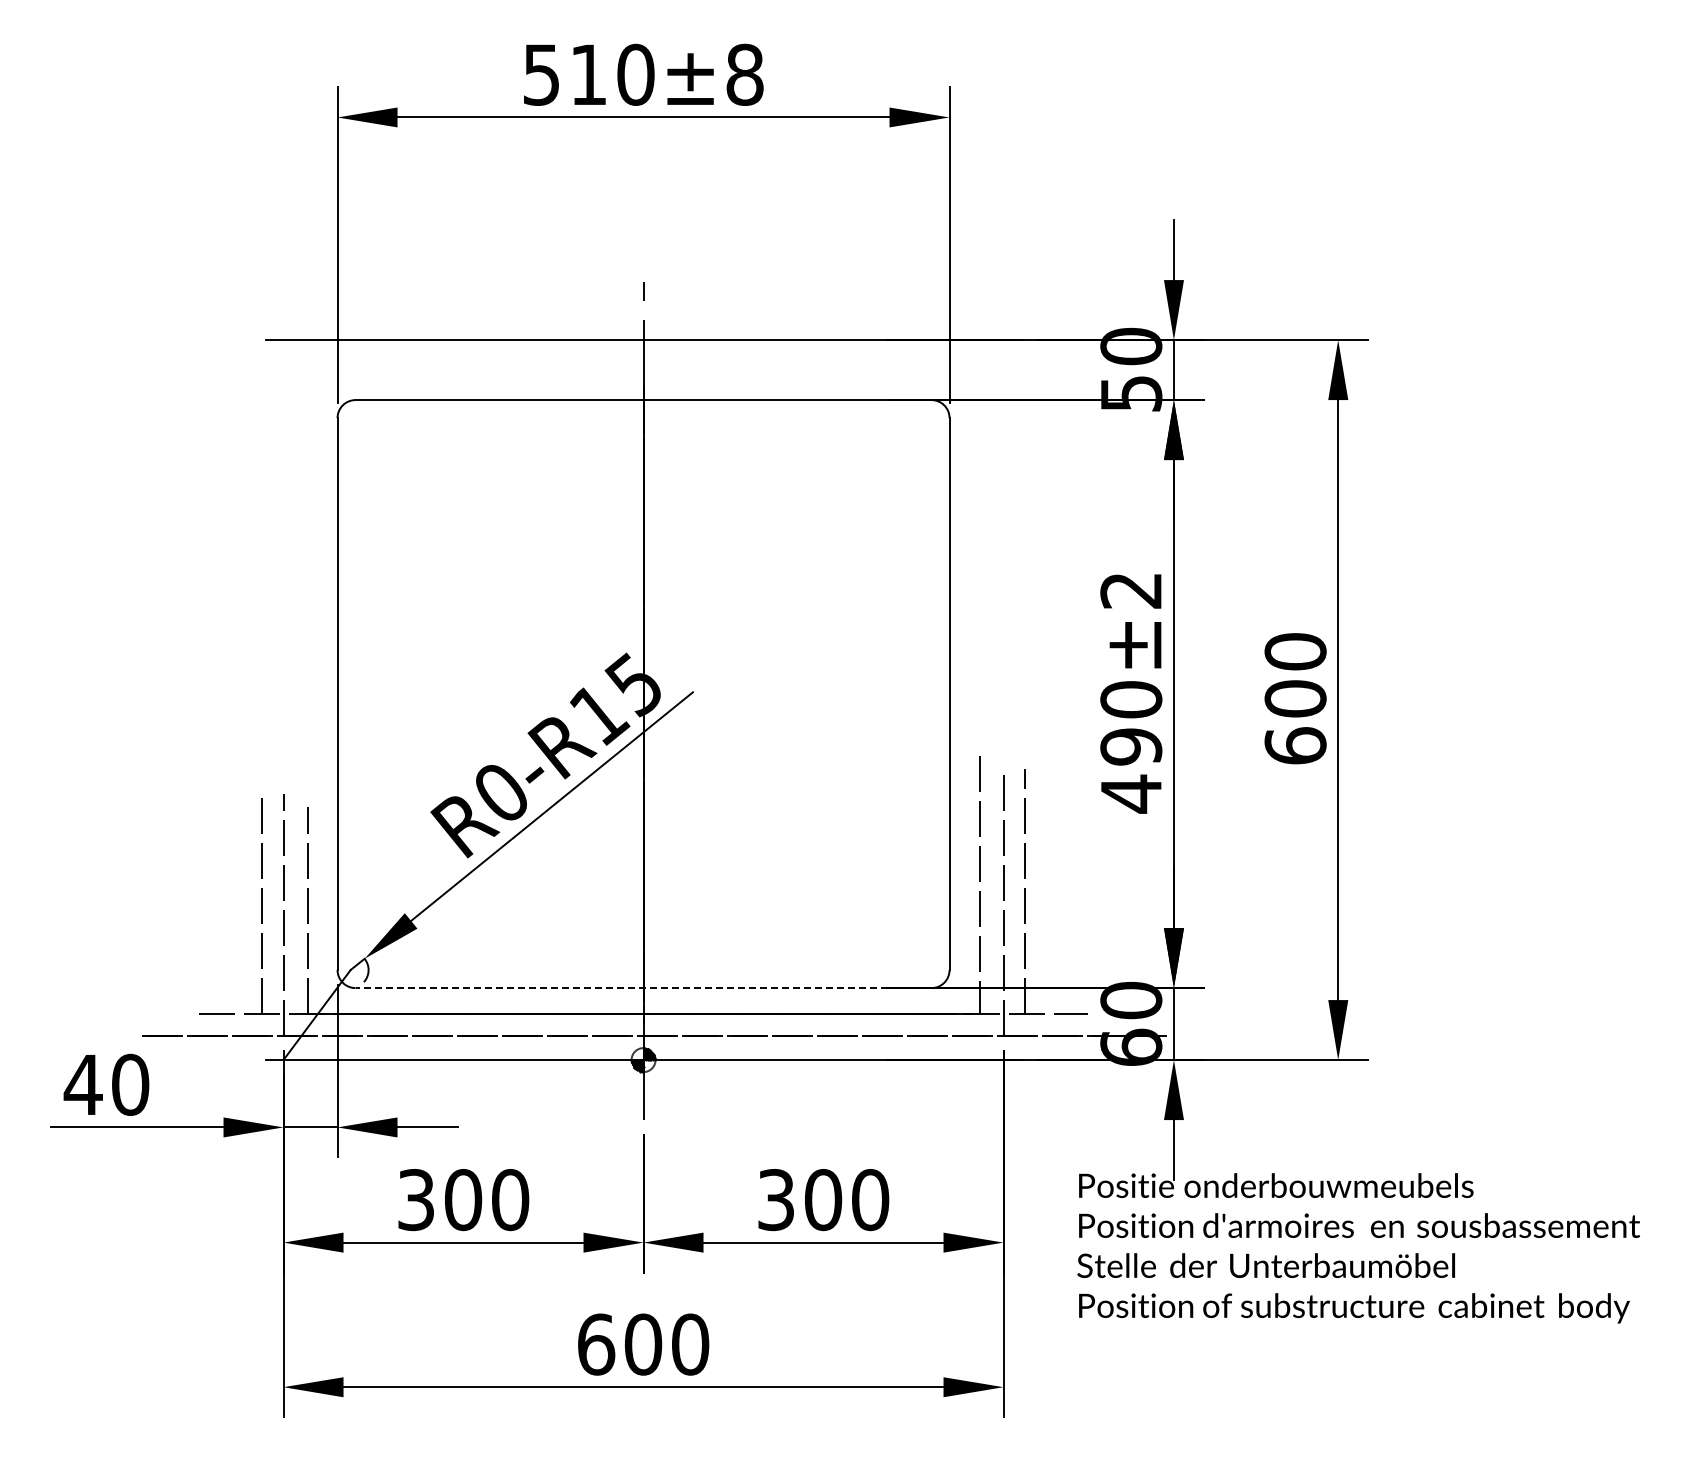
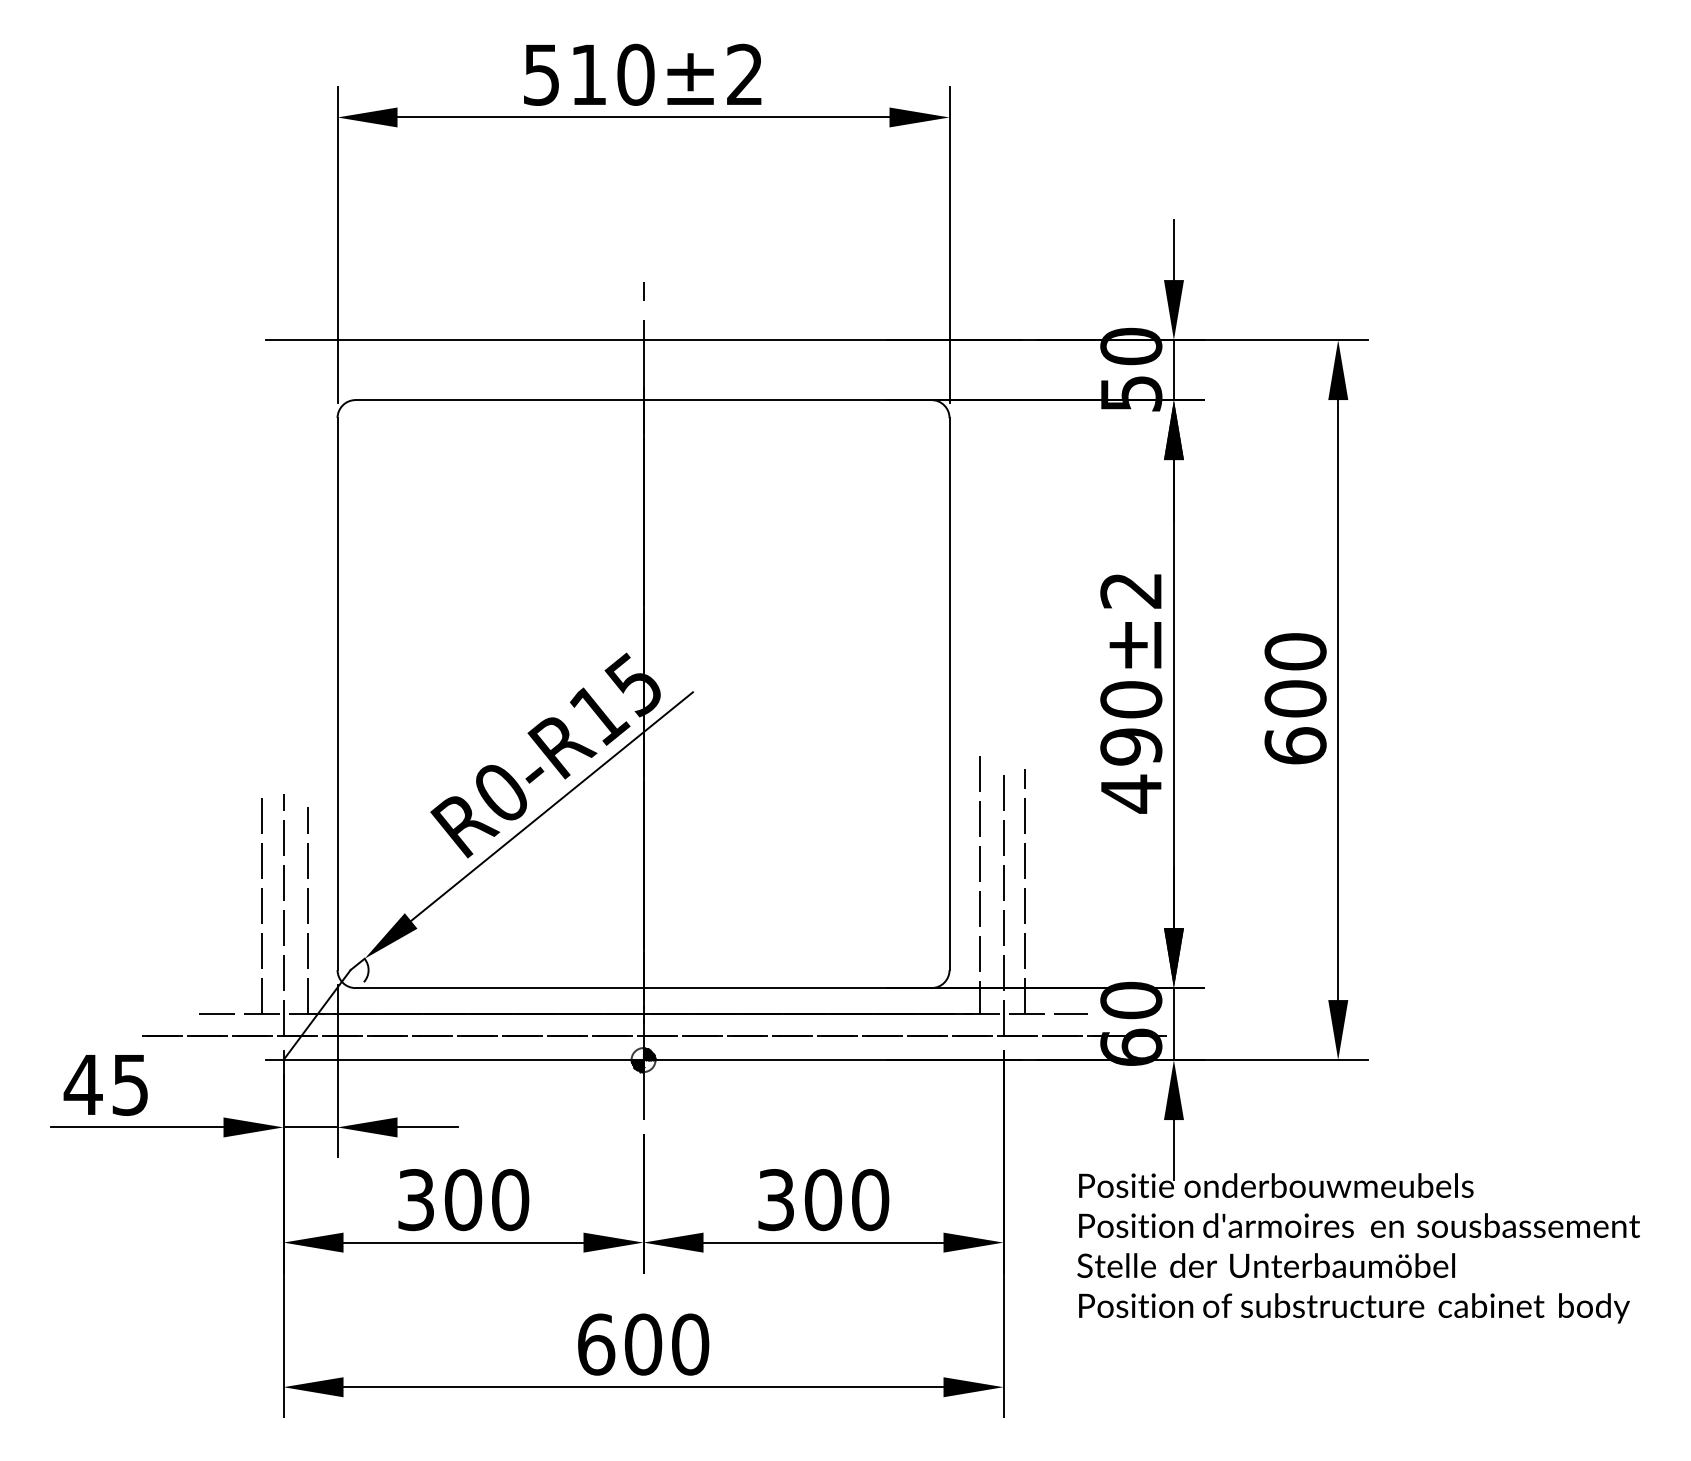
text at (744, 74): 510±8 -> 510±2
line at (643, 988): dashed -> solid
text at (130, 1084): 40 -> 45
